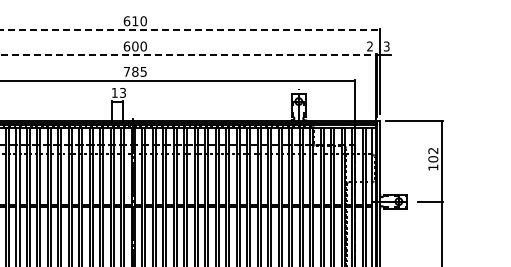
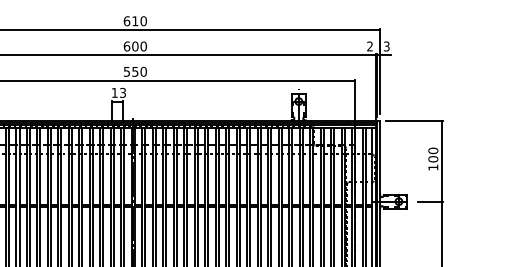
line at (190, 29): dashed -> solid
line at (187, 55): dashed -> solid
text at (134, 71): 785 -> 550
text at (433, 150): 102 -> 100
